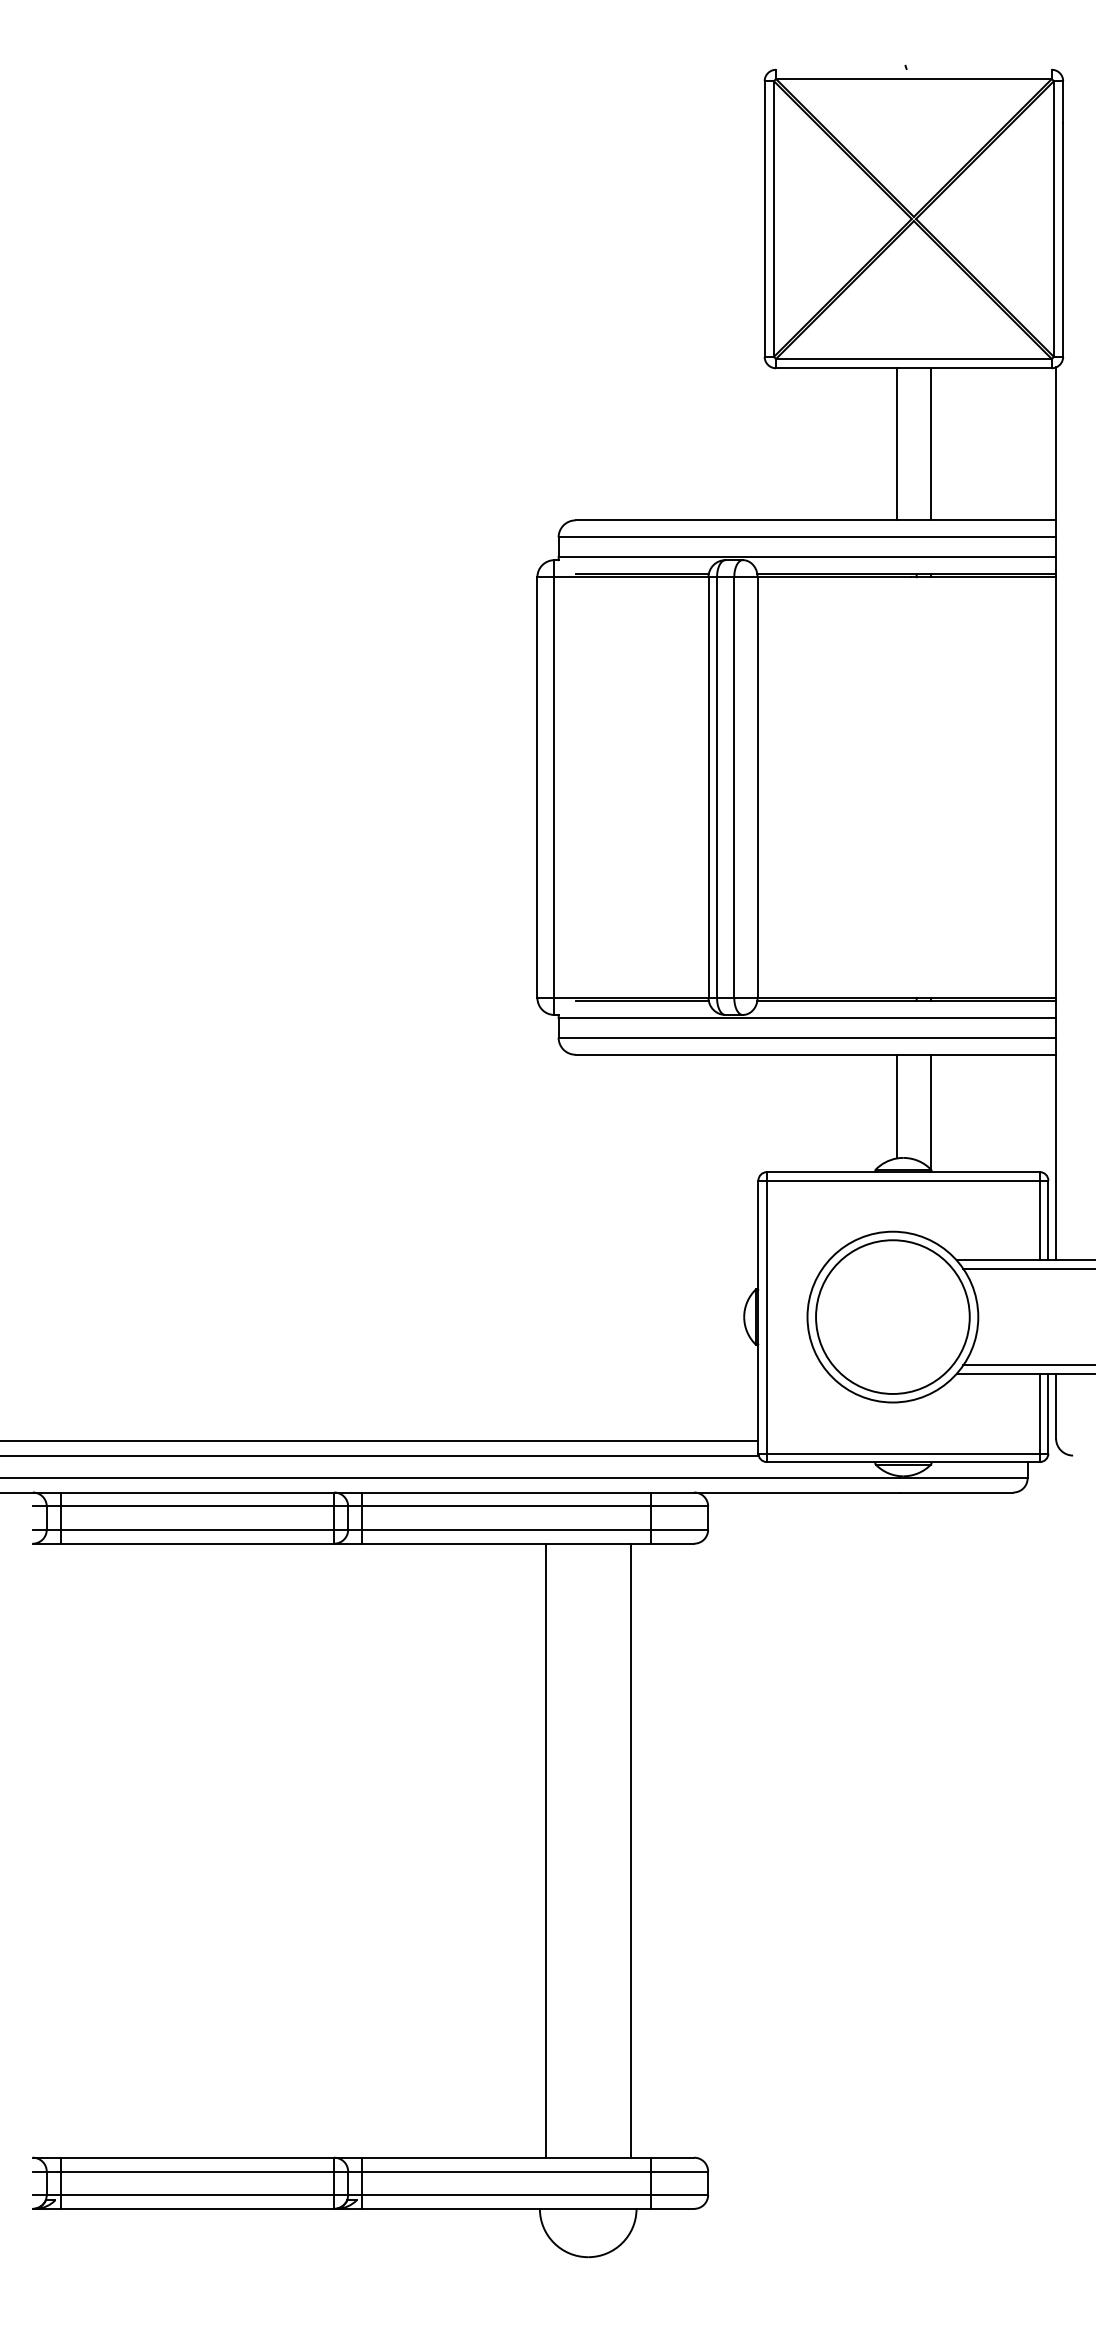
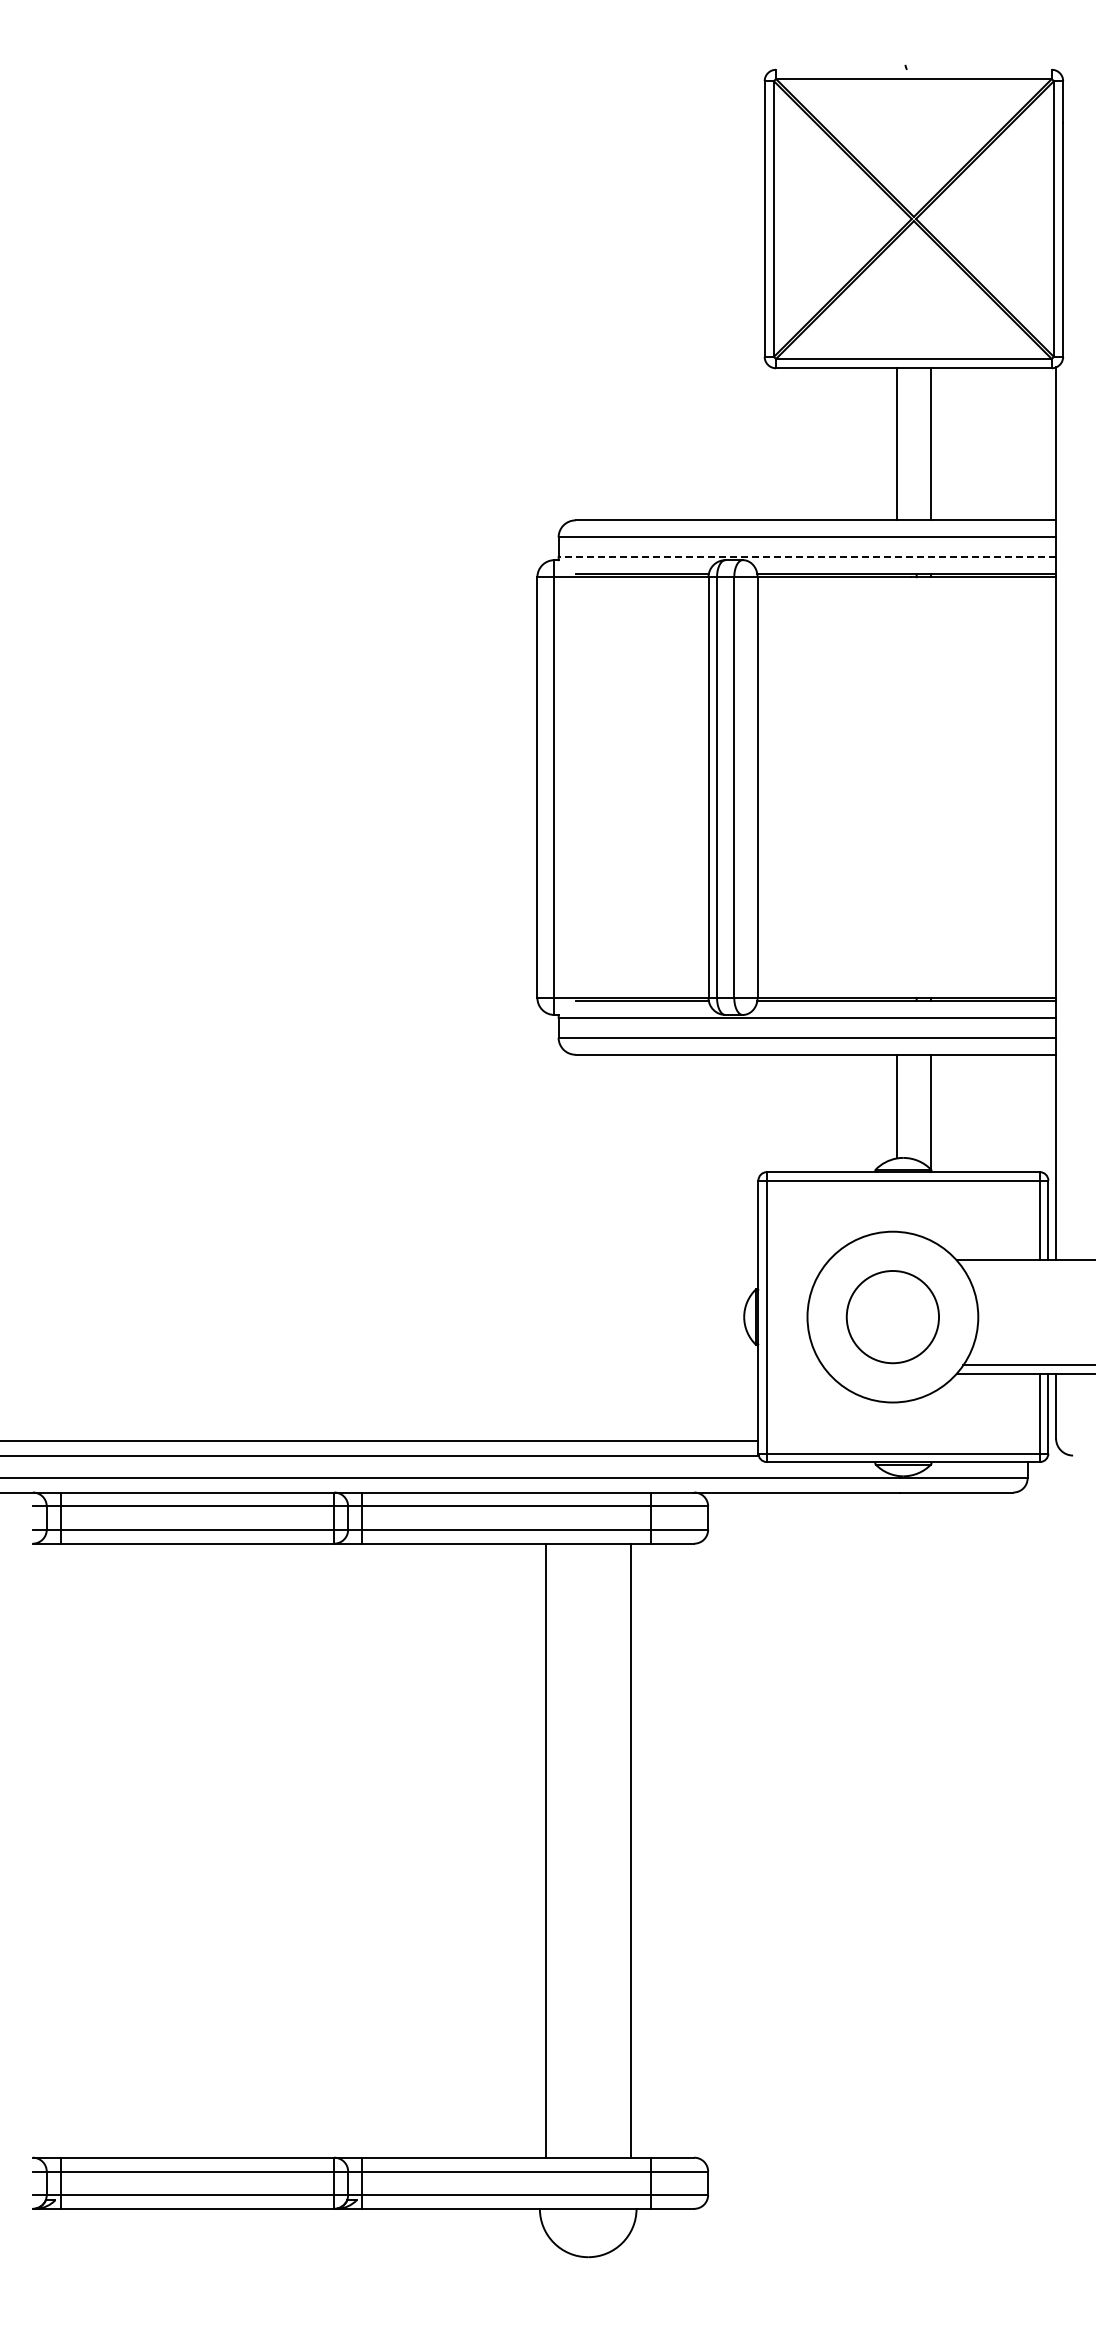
line at (807, 557): solid -> dashed
line at (1027, 1268): present -> none
circle at (892, 1316) diameter: 154 px -> 92 px
